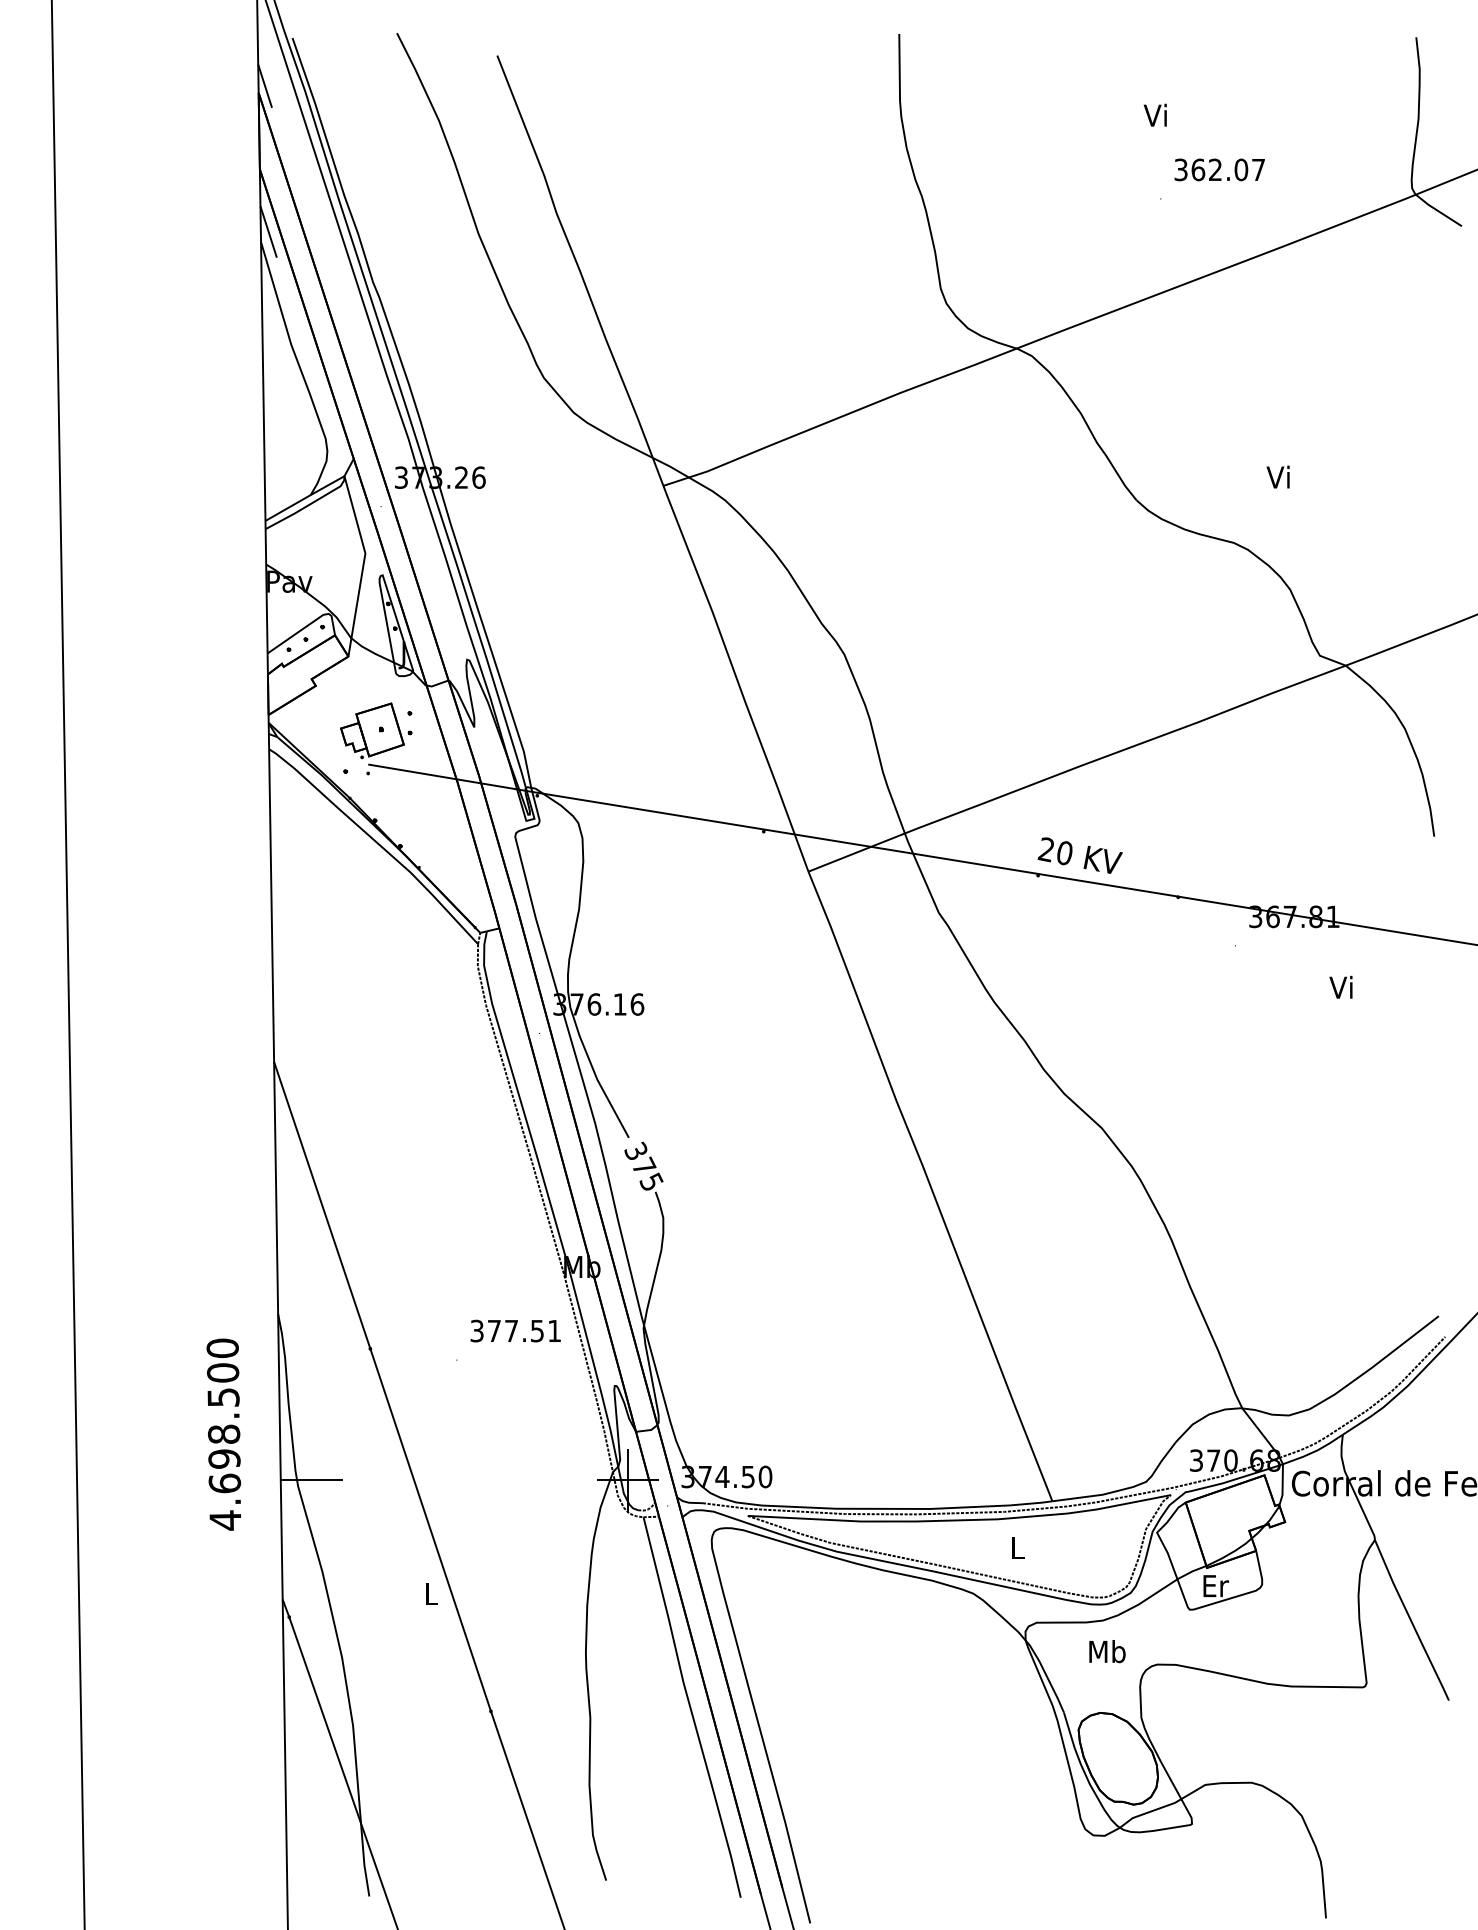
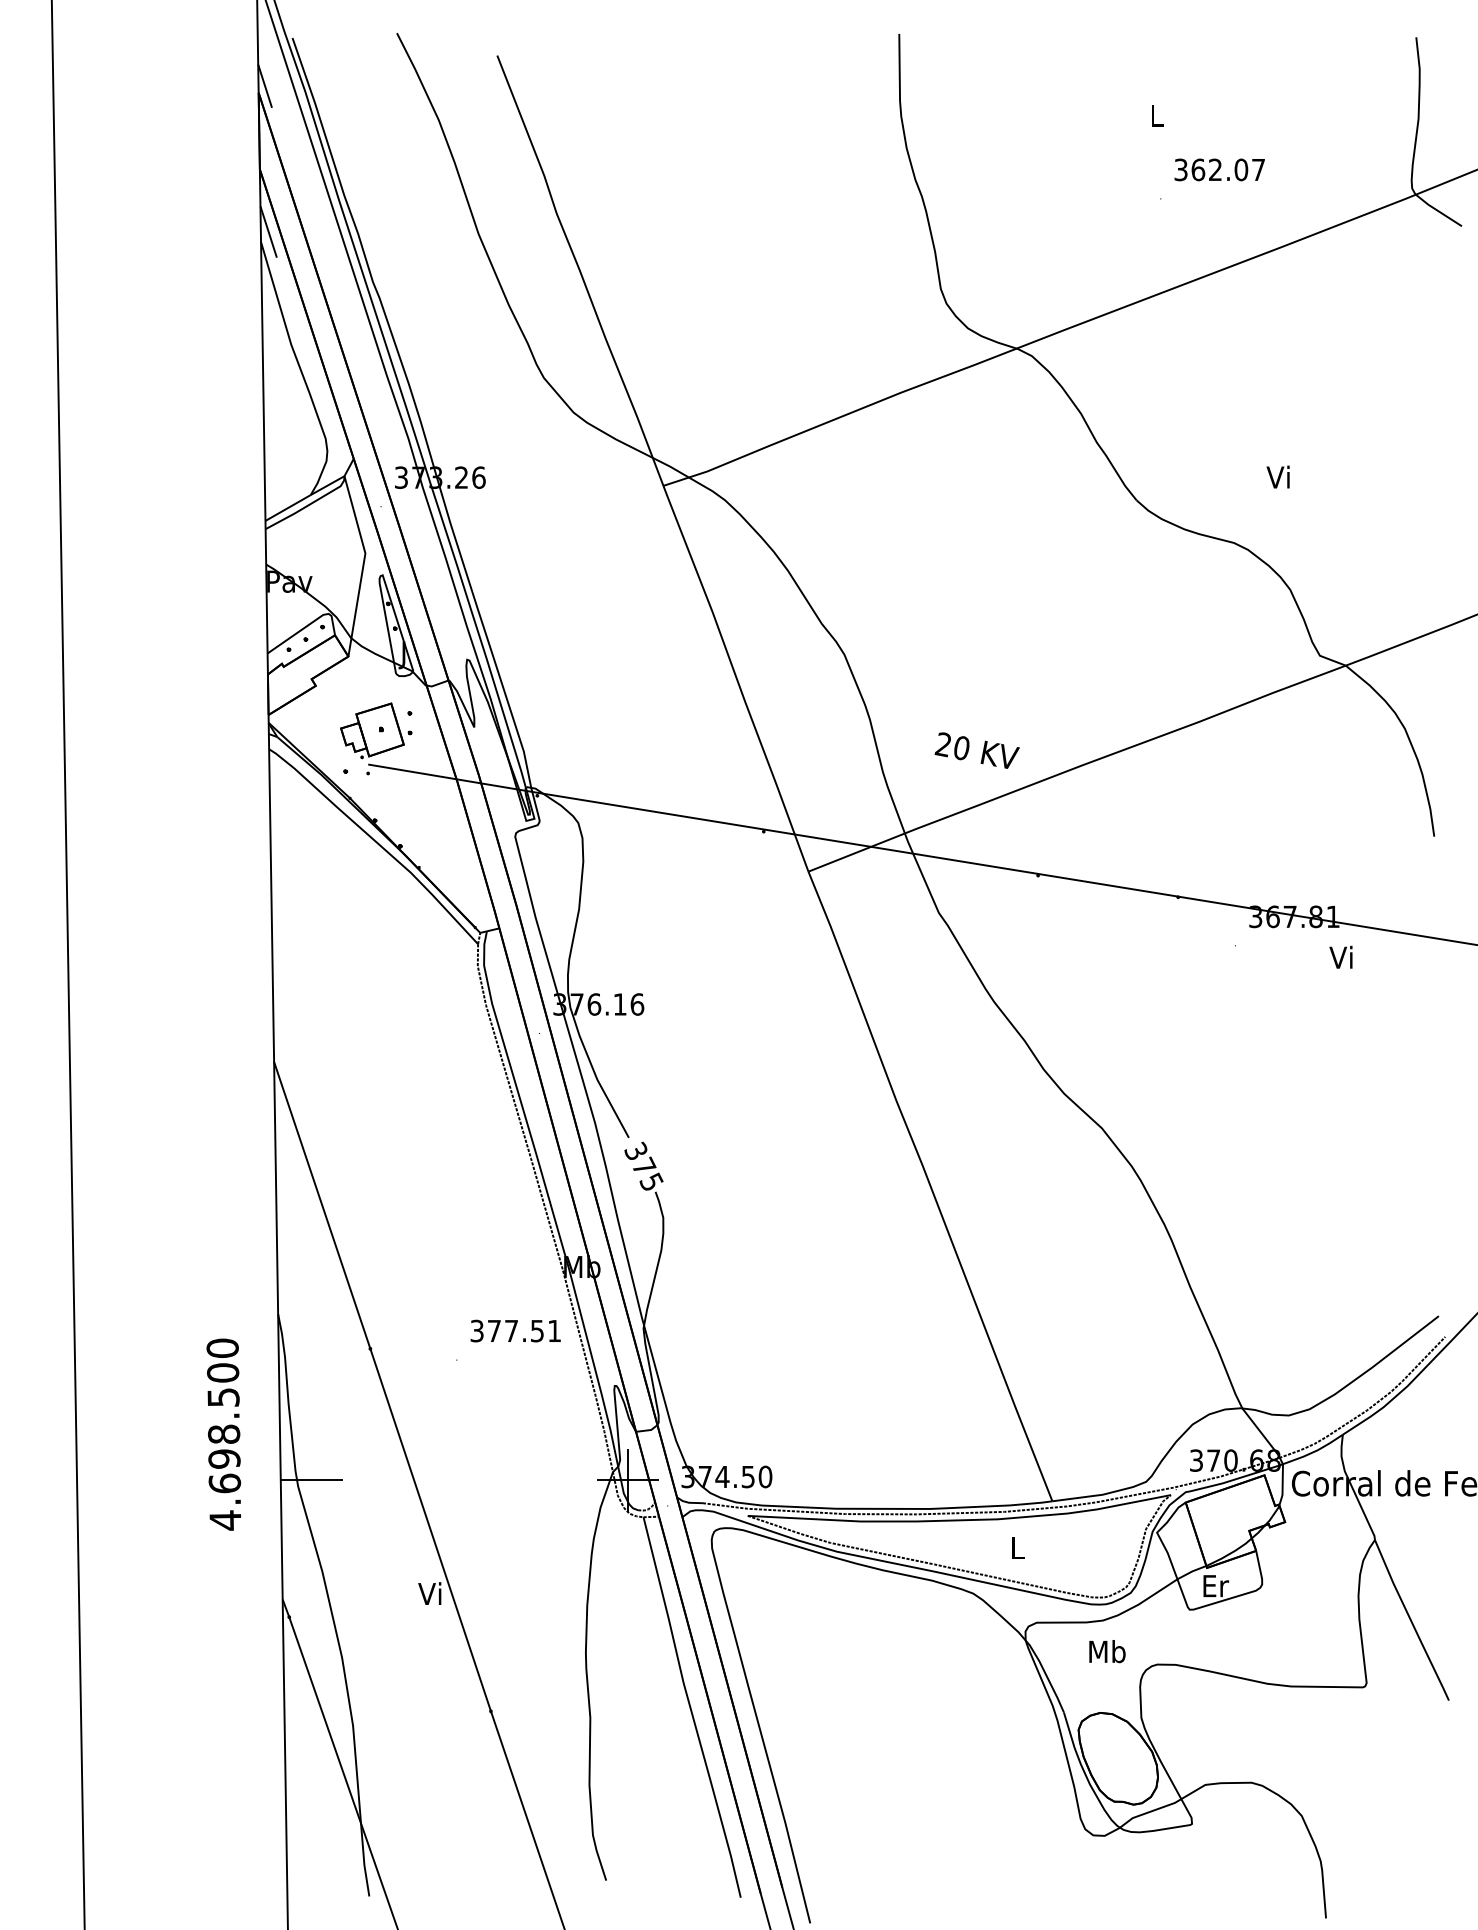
text at (1154, 114): Vi -> L
text at (1079, 855) position: (1079, 855) -> (976, 750)
text at (1340, 986) position: (1340, 986) -> (1340, 956)
text at (429, 1593): L -> Vi
